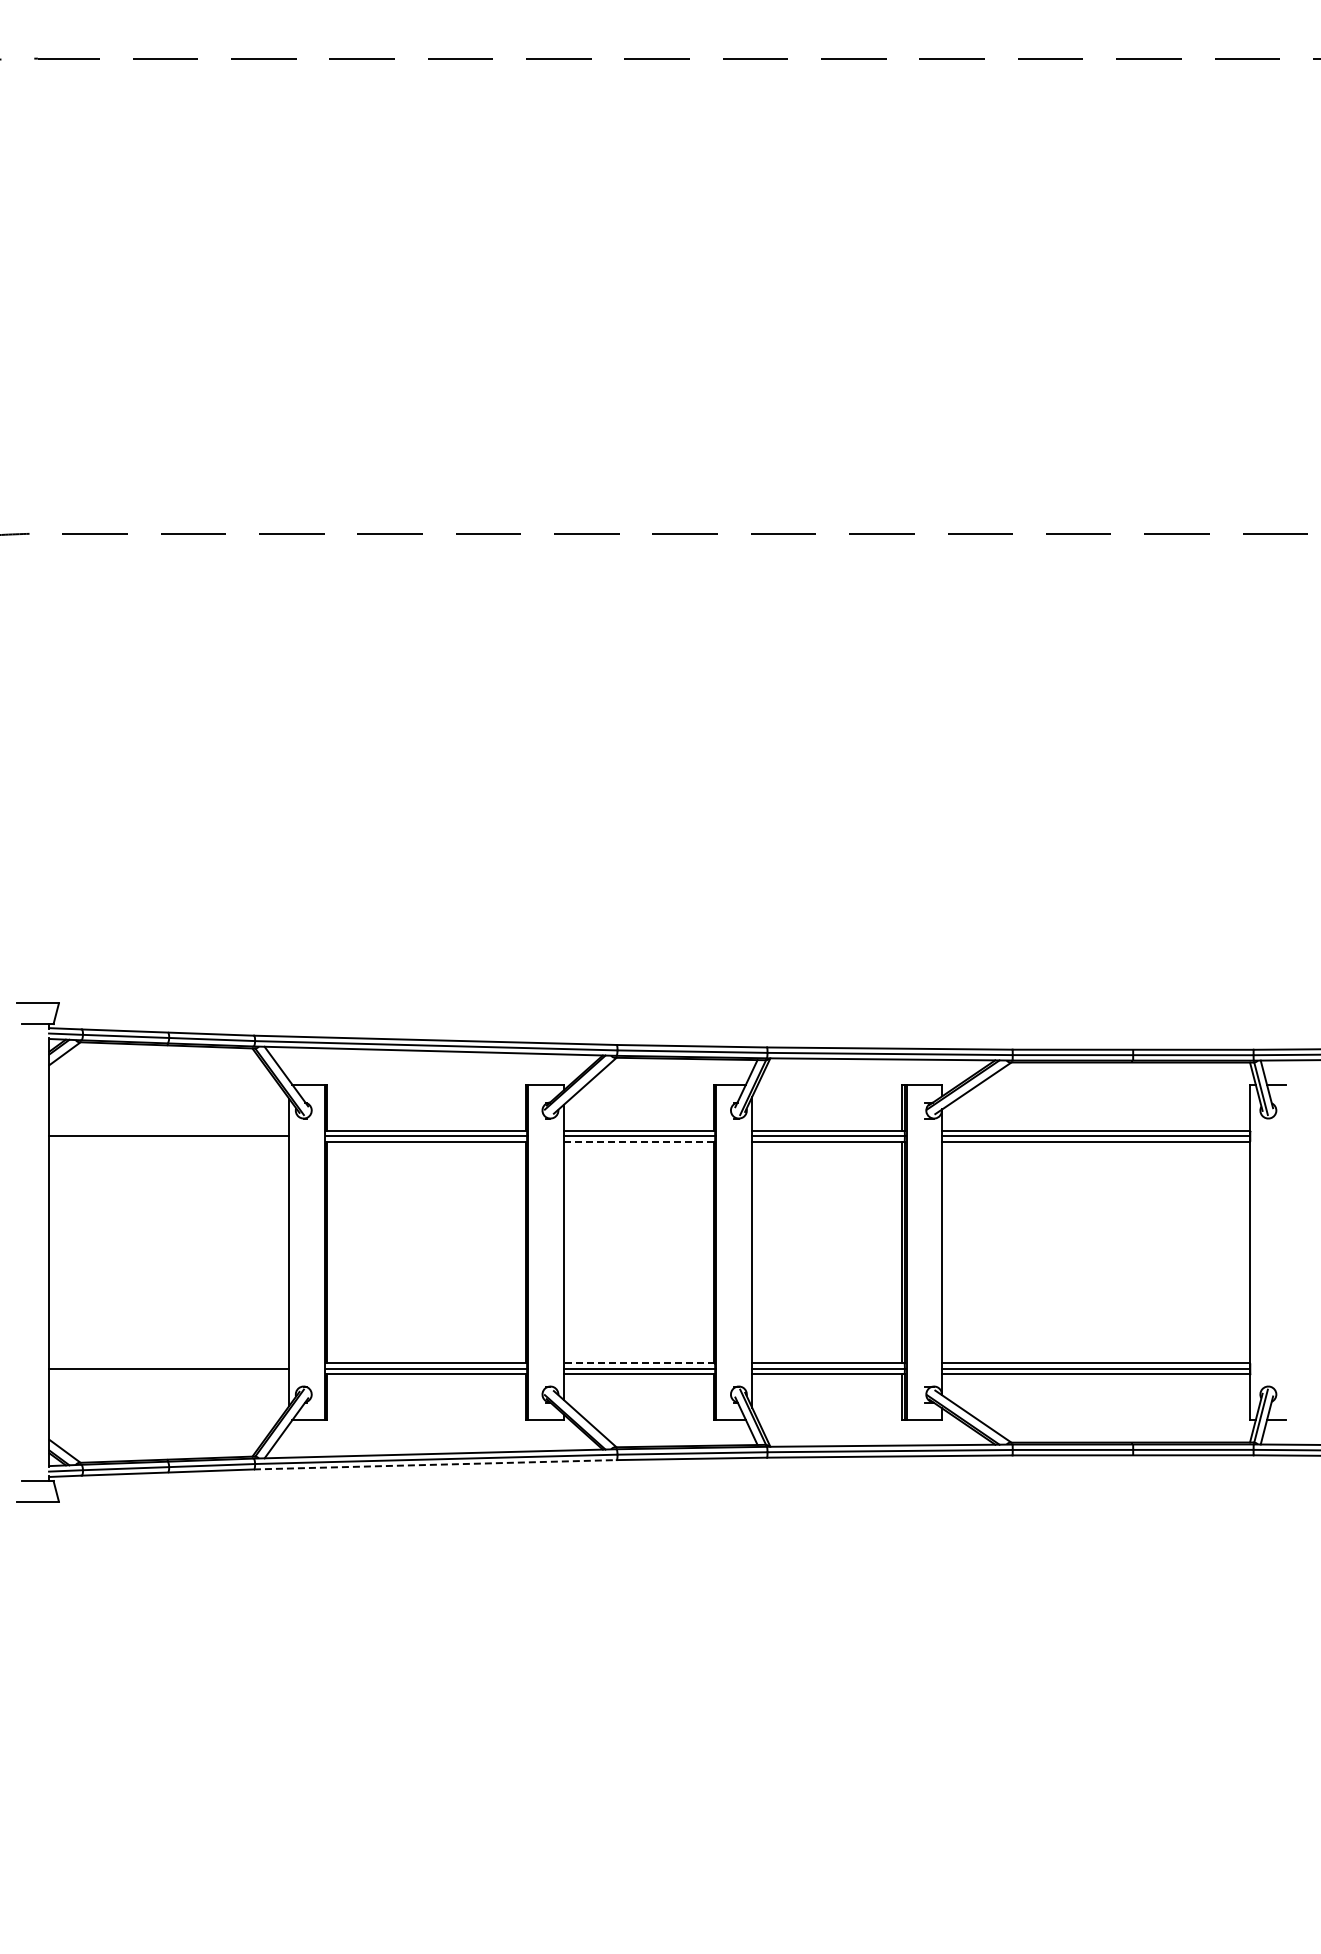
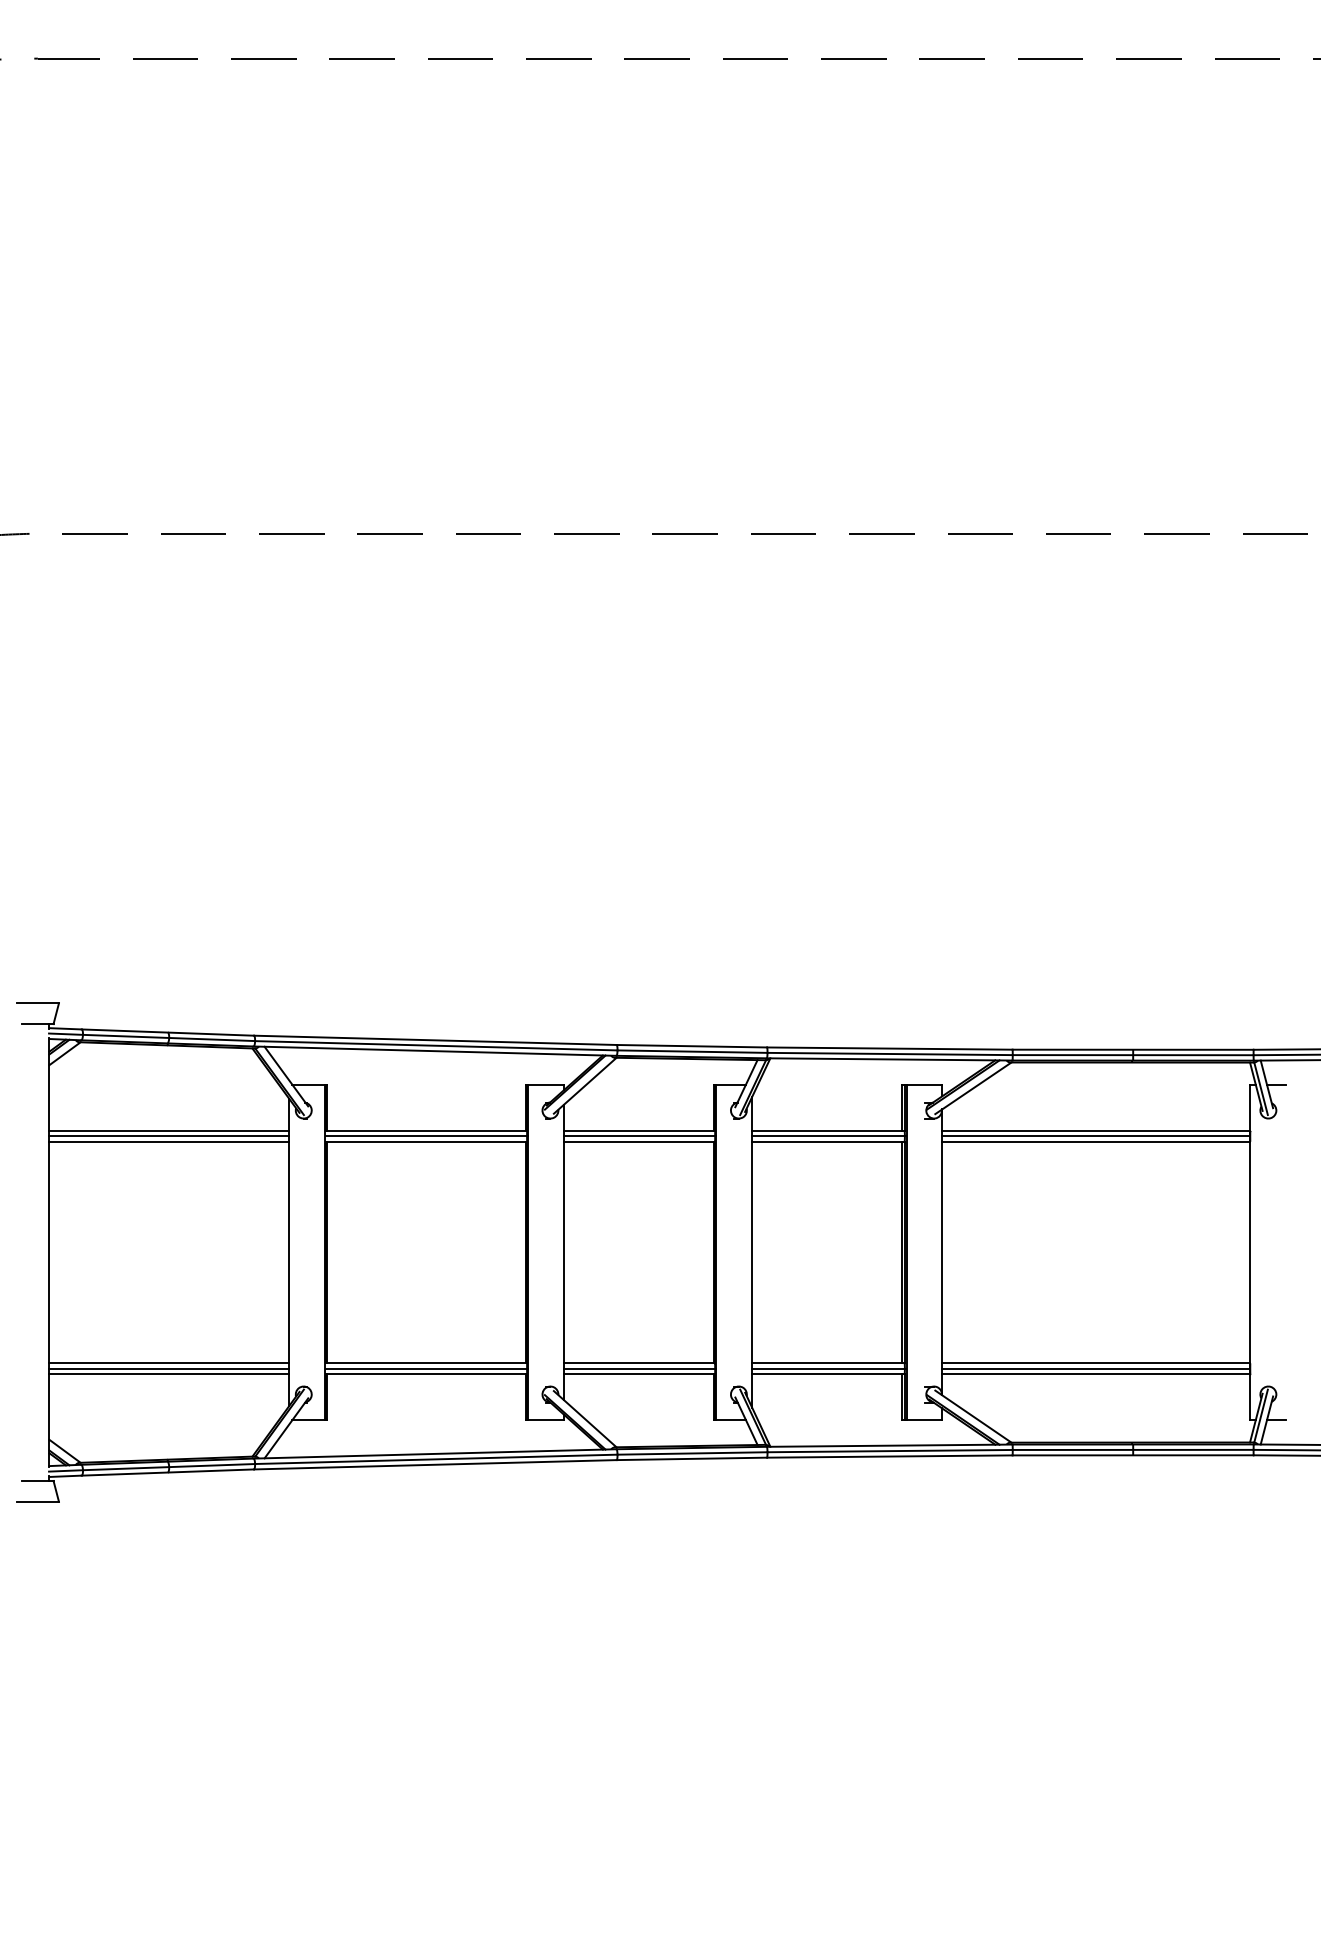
line at (169, 1130): none -> present
line at (169, 1141): none -> present
line at (639, 1141): dashed -> solid
line at (169, 1363): none -> present
line at (639, 1363): dashed -> solid
line at (169, 1374): none -> present
line at (435, 1464): dashed -> solid
